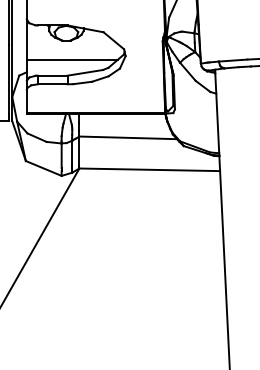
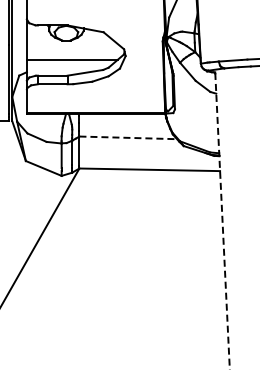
line at (128, 137): solid -> dashed
line at (222, 219): solid -> dashed
